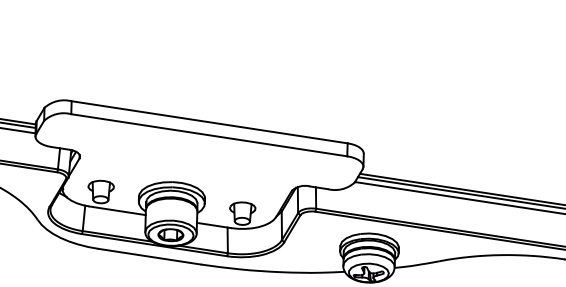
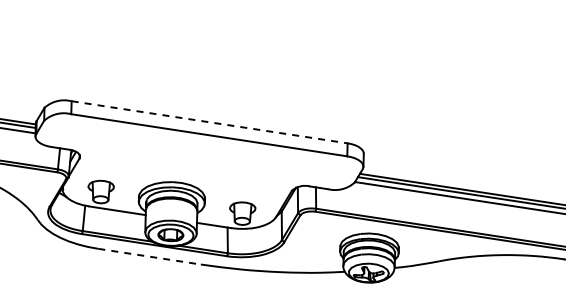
line at (209, 122): solid -> dashed
line at (149, 256): solid -> dashed
